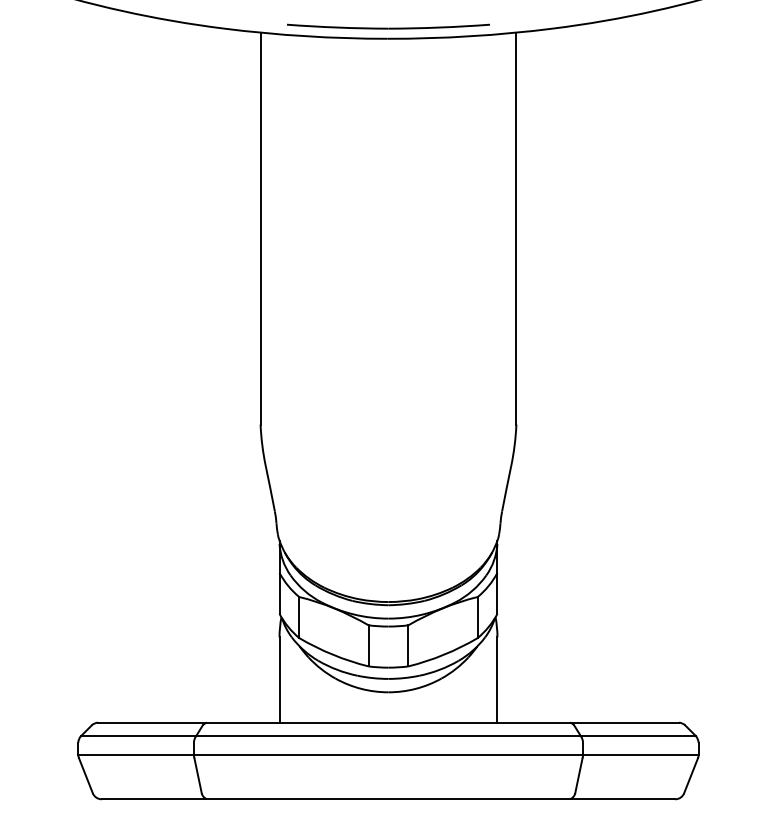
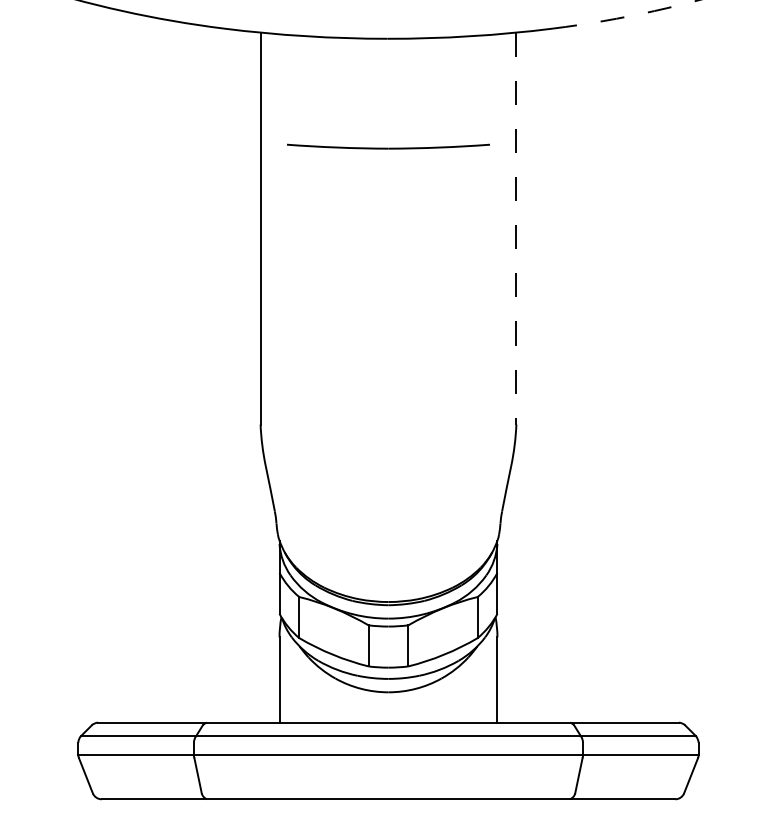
arc at (627, 16): solid -> dashed
part at (388, 26) position: (388, 26) -> (388, 146)
line at (516, 228): solid -> dashed
